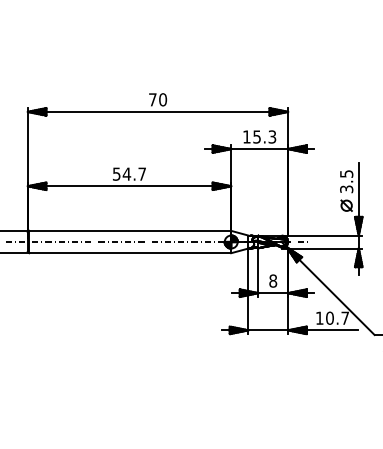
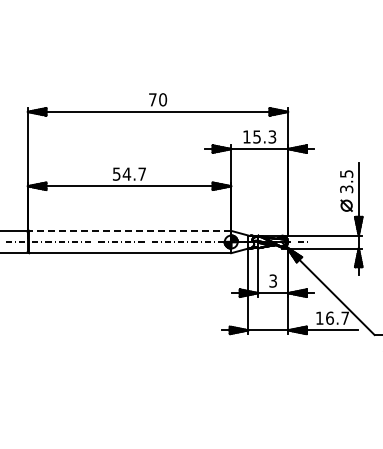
line at (130, 230): solid -> dashed
text at (273, 280): 8 -> 3
text at (330, 317): 10.7 -> 16.7
